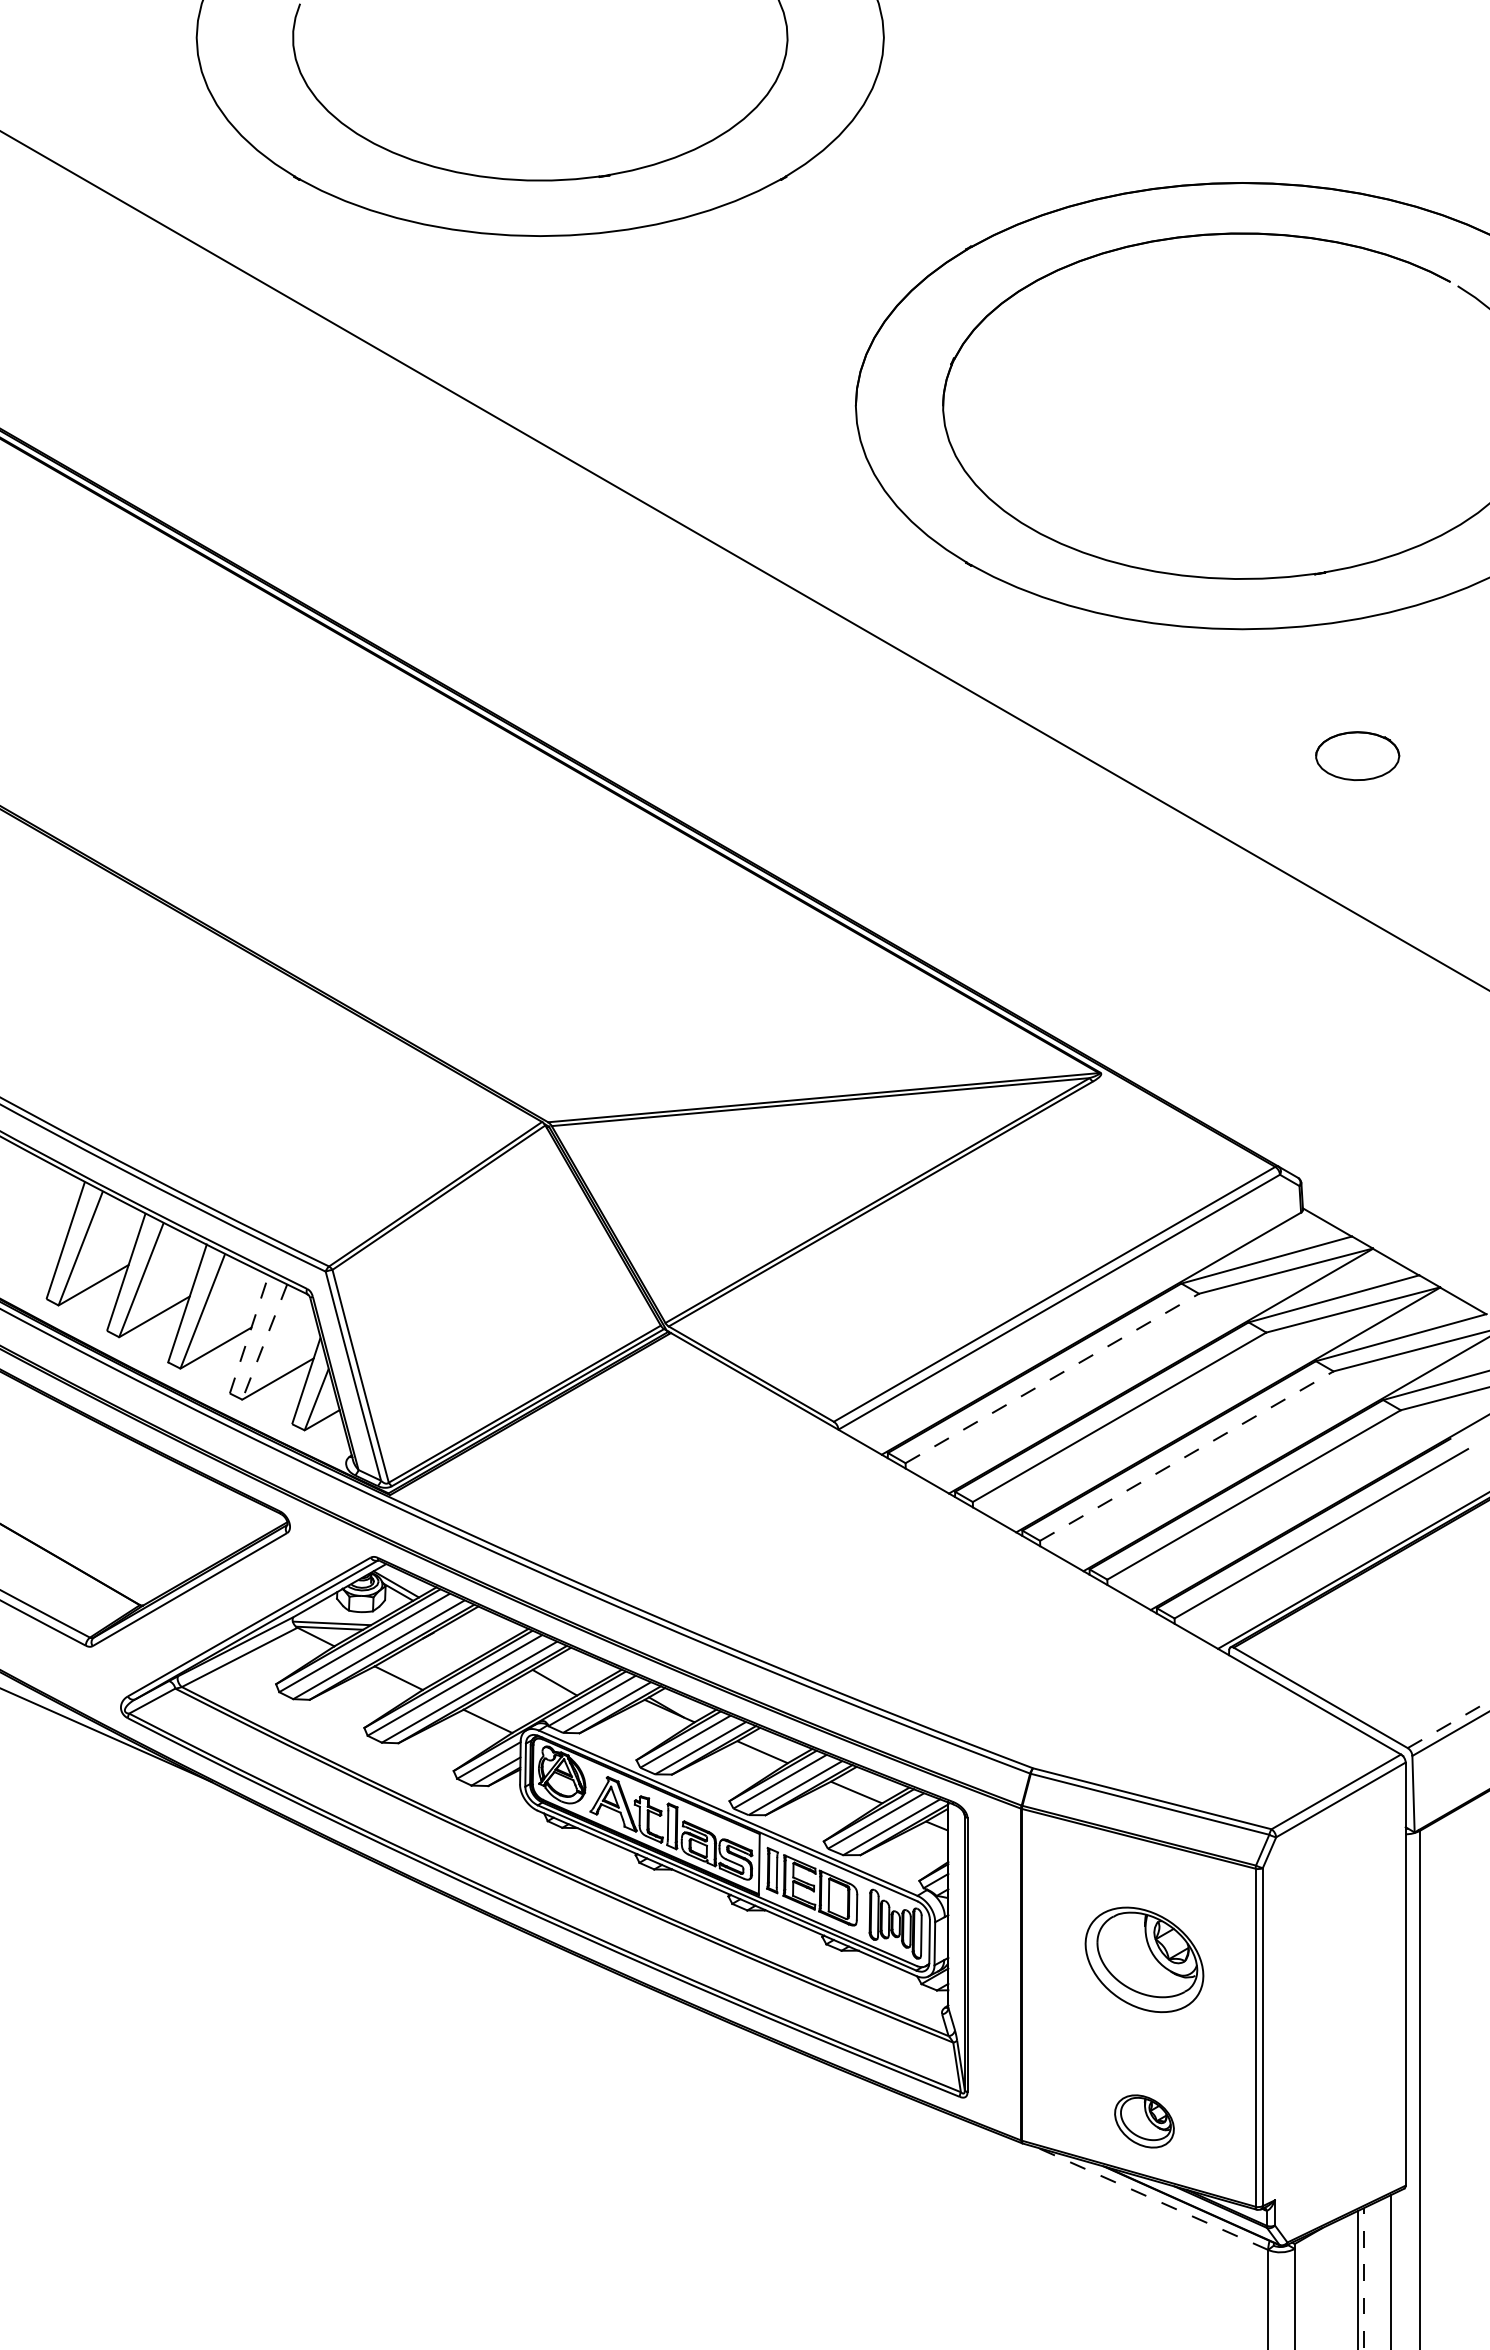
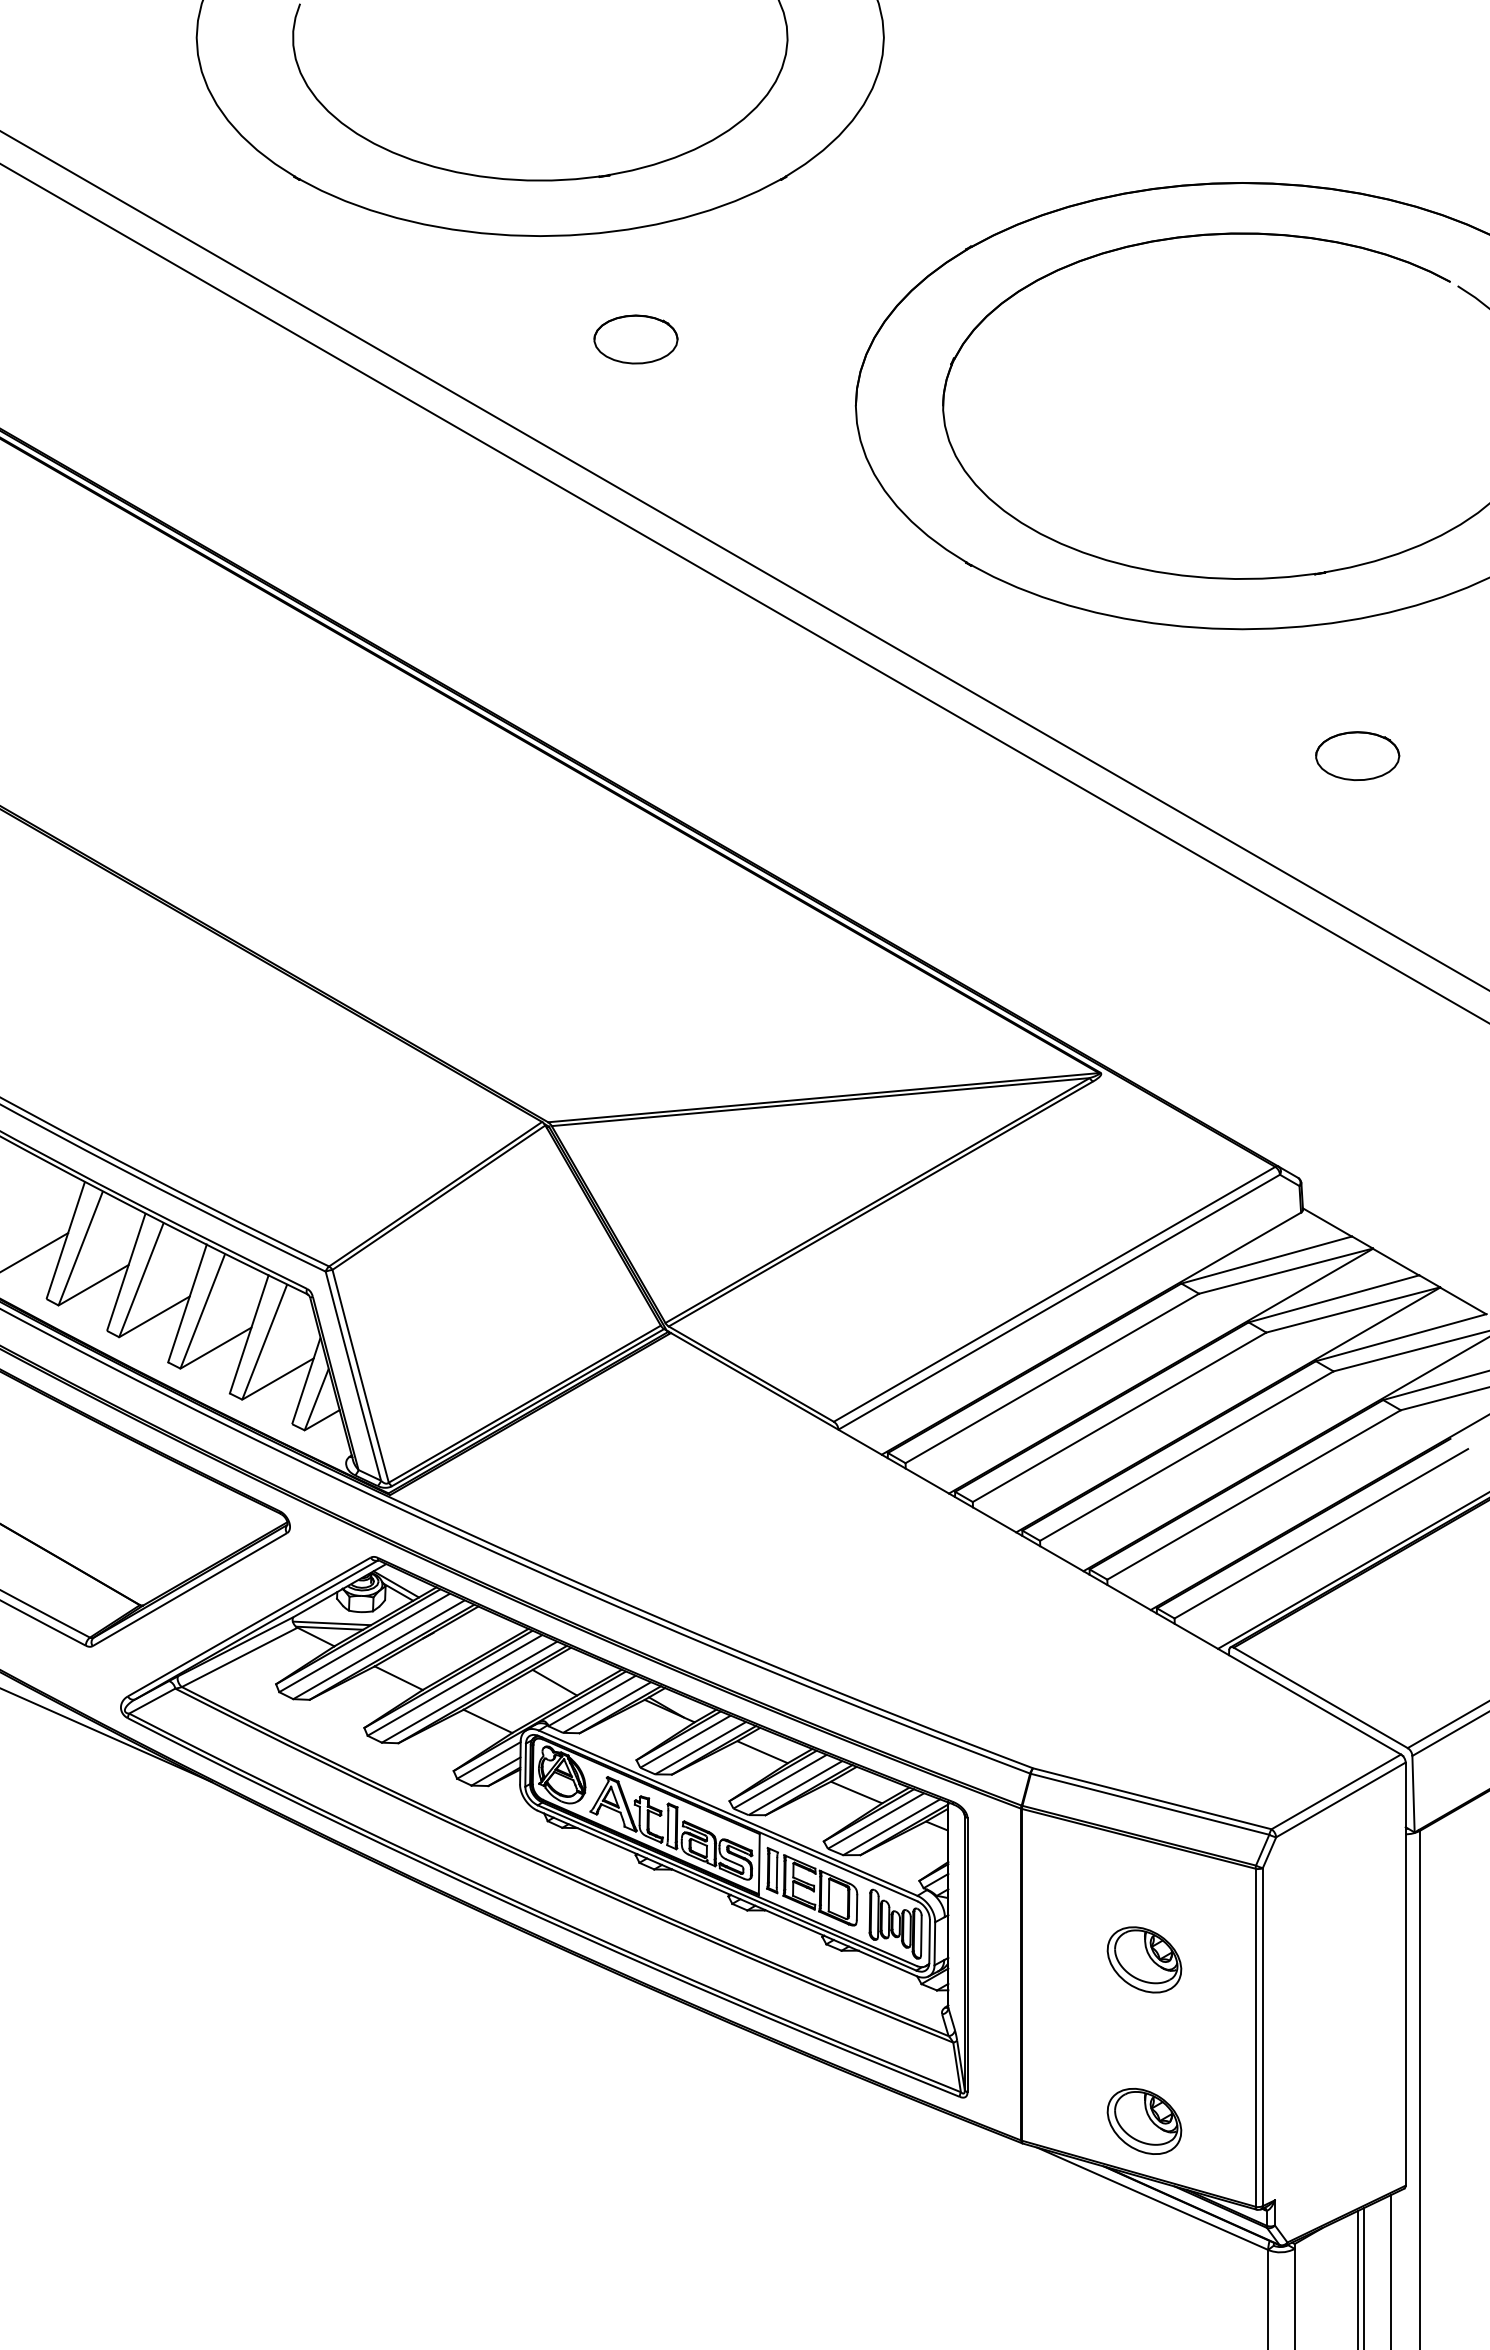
part at (635, 339): none -> present
line at (744, 593): none -> present
line at (35, 1252): none -> present
line at (249, 1333): dashed -> solid
line at (264, 1341): dashed -> solid
line at (1052, 1378): dashed -> solid
line at (1187, 1455): dashed -> solid
line at (1448, 1724): dashed -> solid
part at (1144, 1959) size: 121x108 px -> 77x68 px
part at (1144, 2121) size: 61x55 px -> 77x67 px
line at (1152, 2198): dashed -> solid
line at (1363, 2278): dashed -> solid
